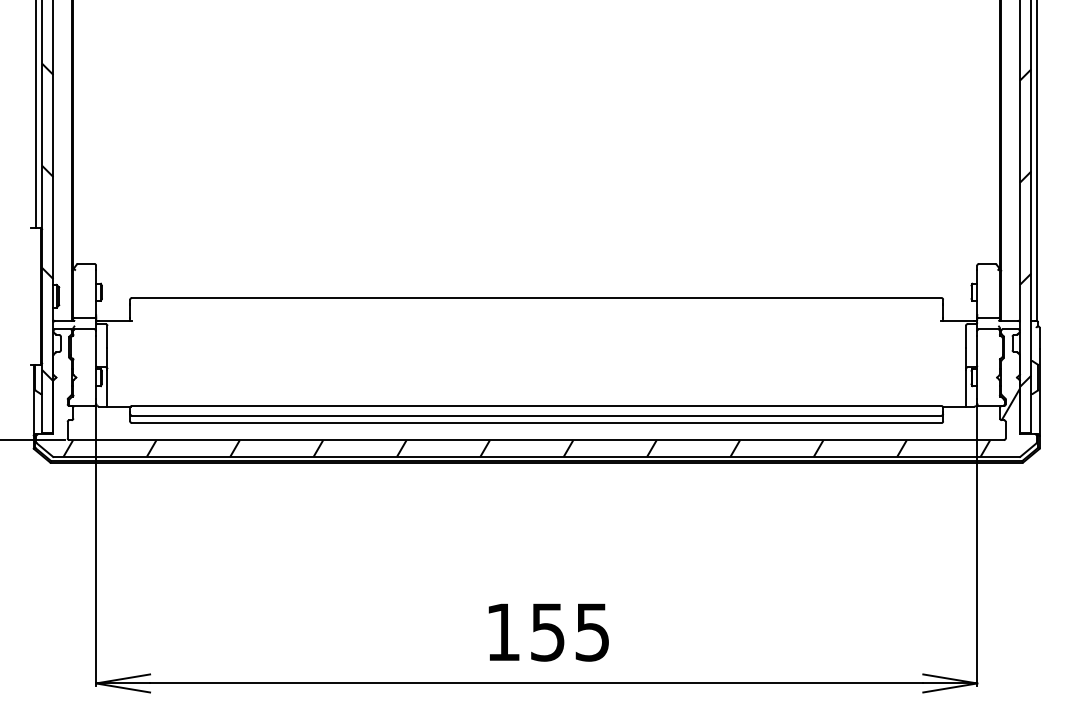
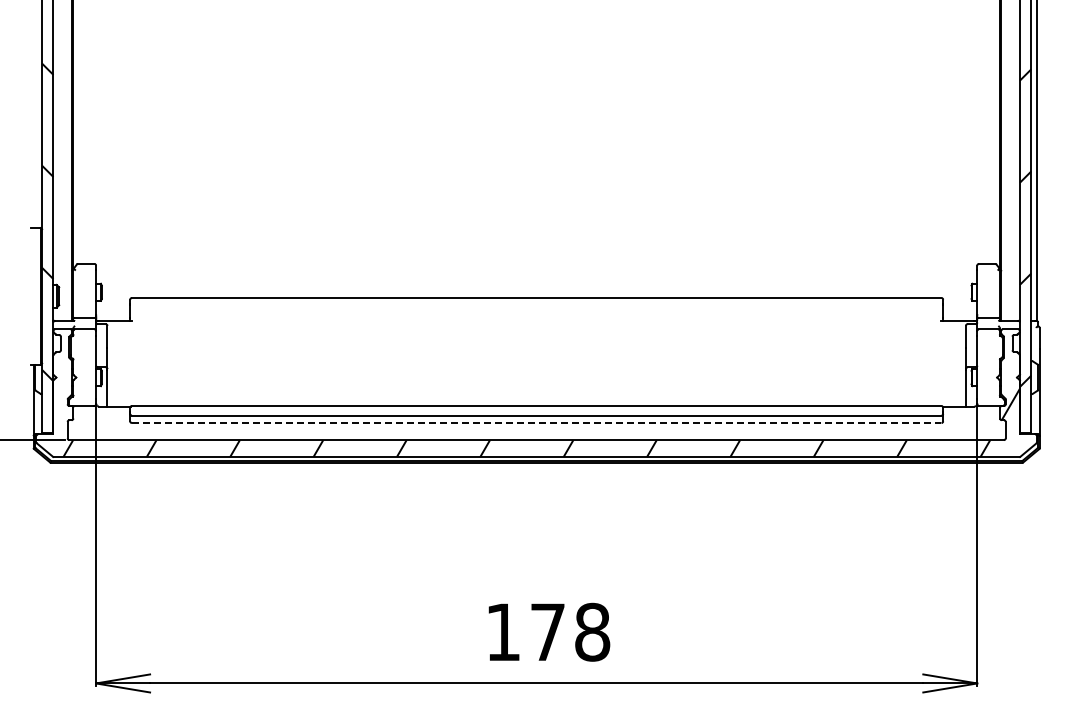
line at (36, 115): present -> none
line at (536, 423): solid -> dashed
text at (570, 631): 155 -> 178
